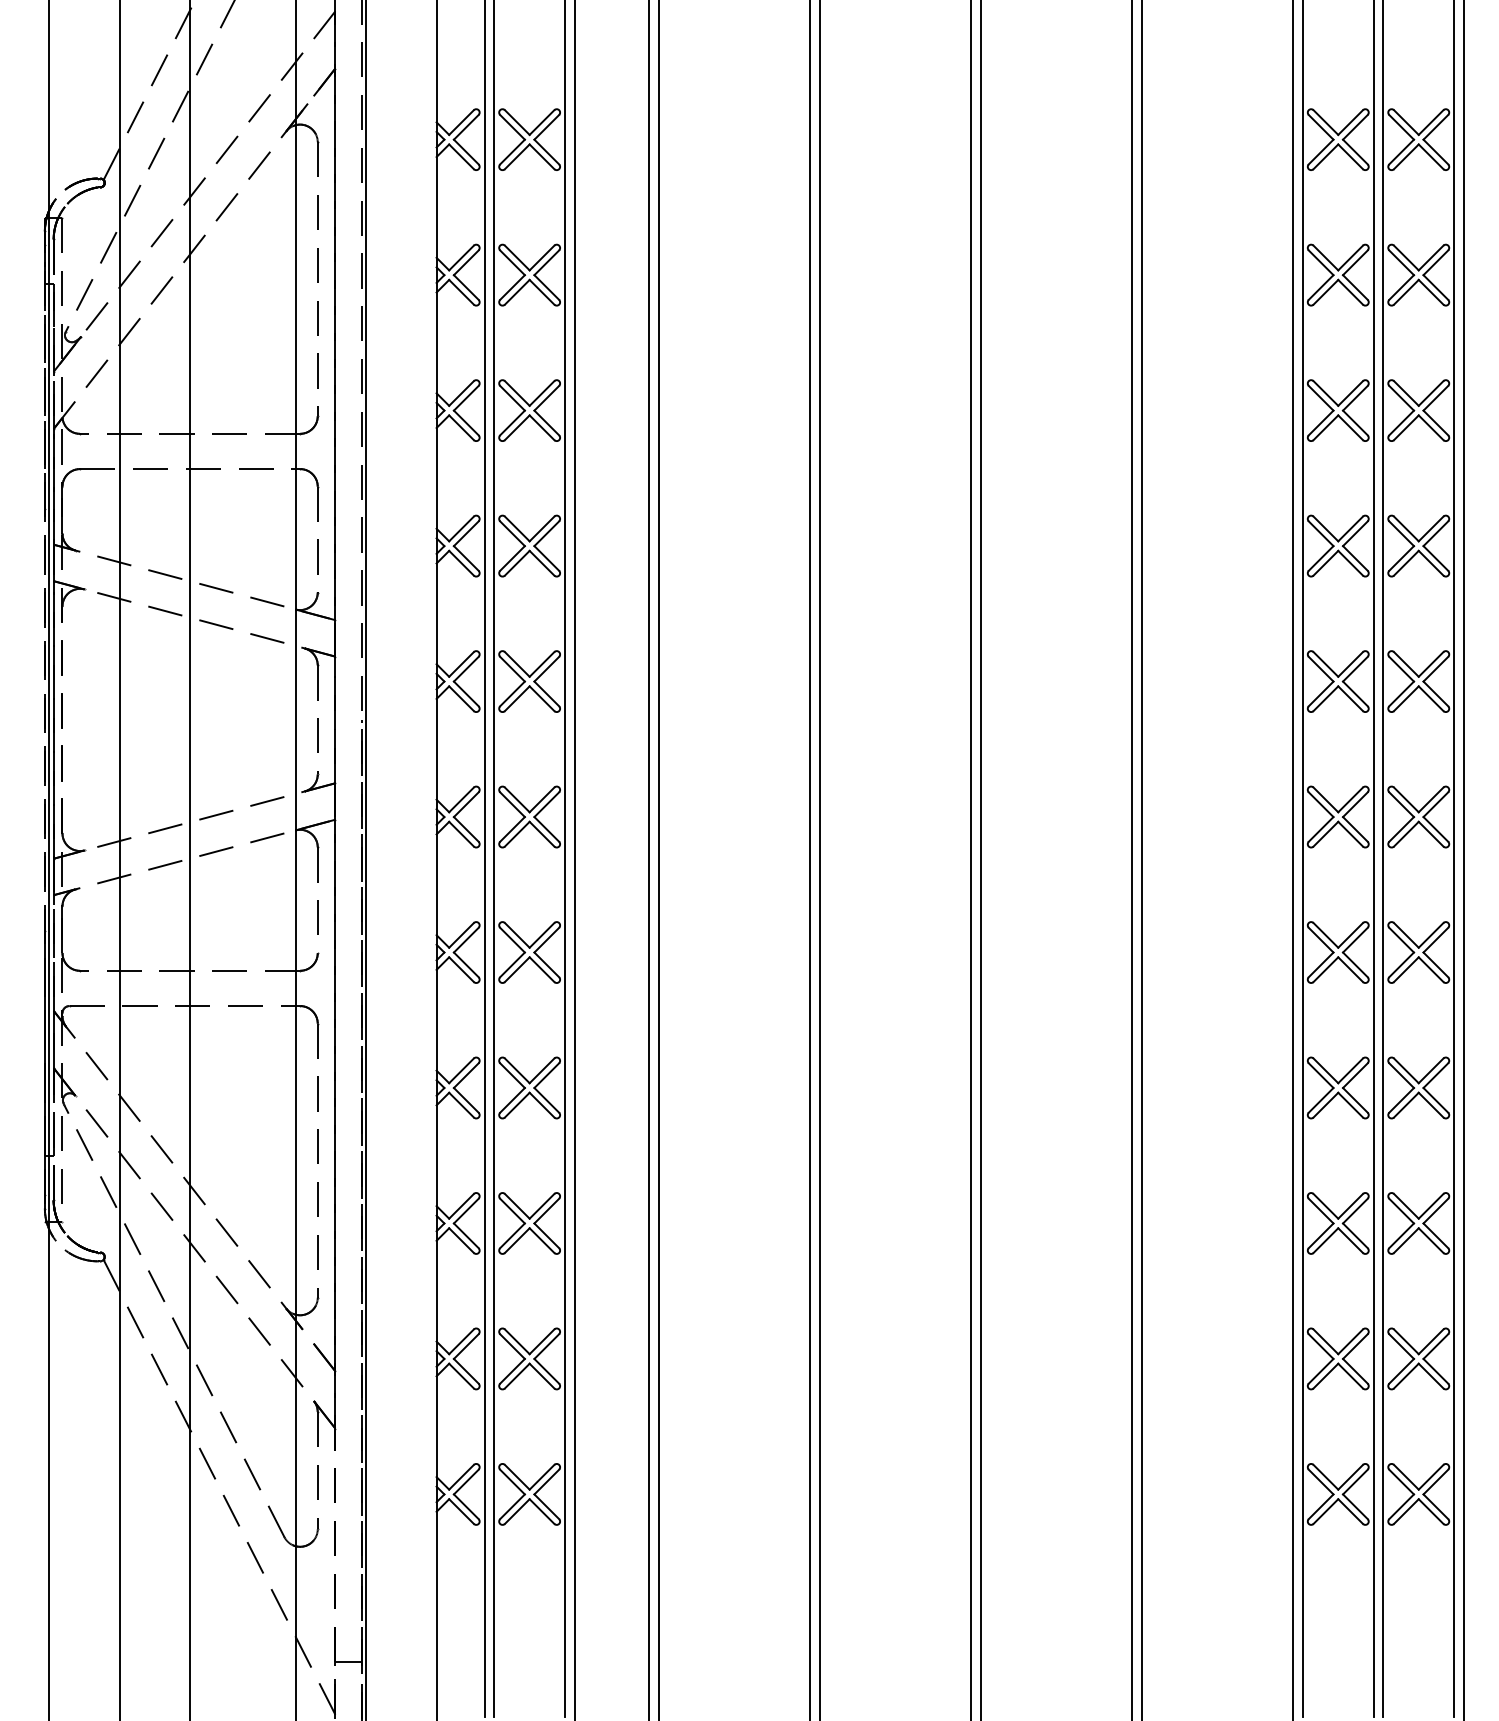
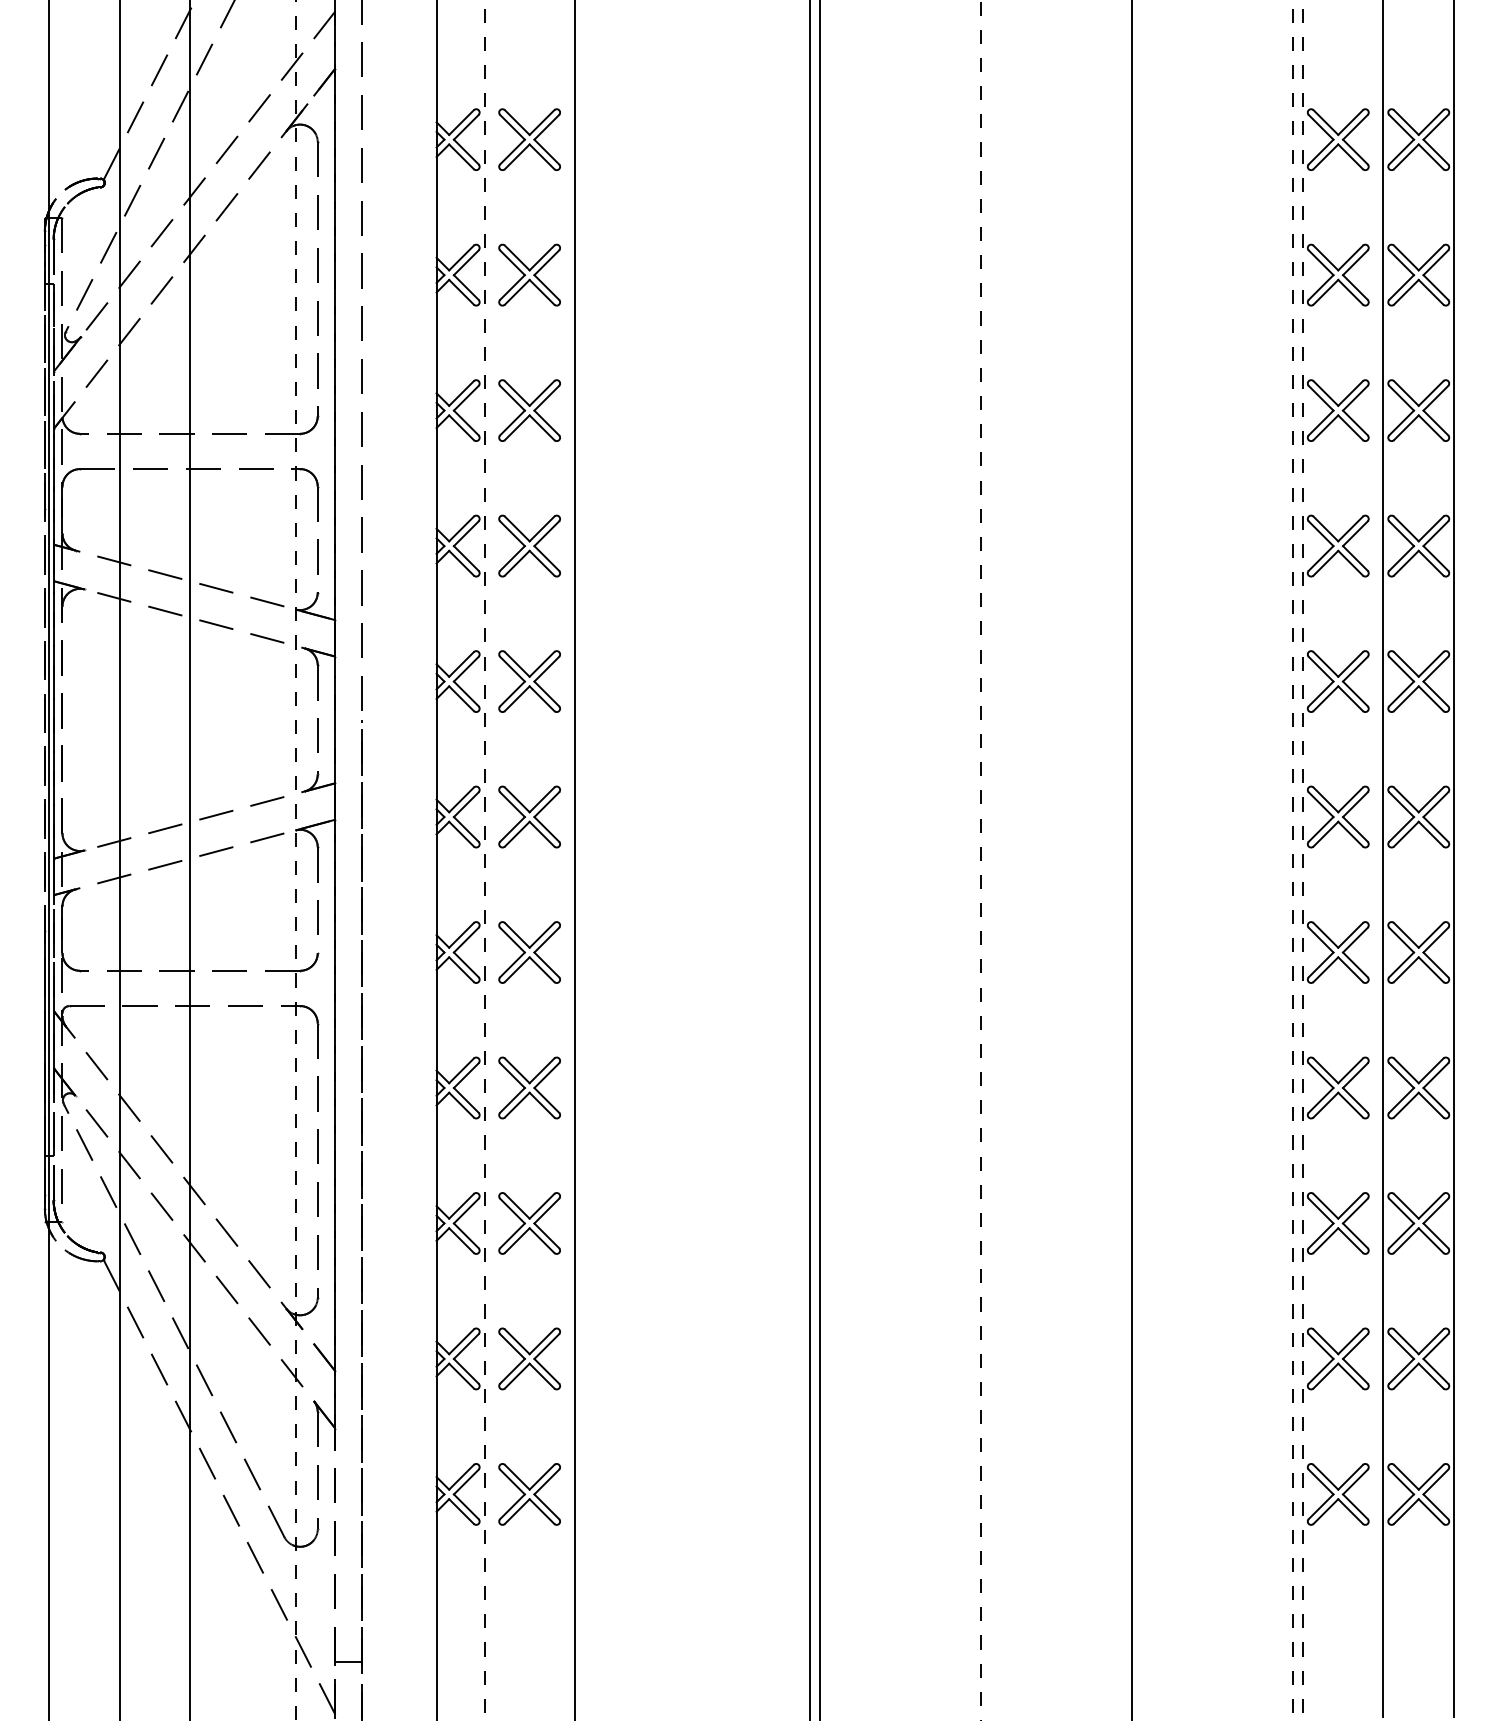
line at (366, 859): present -> none
line at (484, 859): solid -> dashed
line at (494, 859): present -> none
line at (565, 859): present -> none
line at (649, 859): present -> none
line at (659, 859): present -> none
line at (971, 859): present -> none
line at (1141, 859): present -> none
line at (1302, 859): solid -> dashed
line at (1373, 859): present -> none
line at (1463, 859): present -> none
line at (295, 860): solid -> dashed
line at (980, 860): solid -> dashed
line at (1293, 860): solid -> dashed
